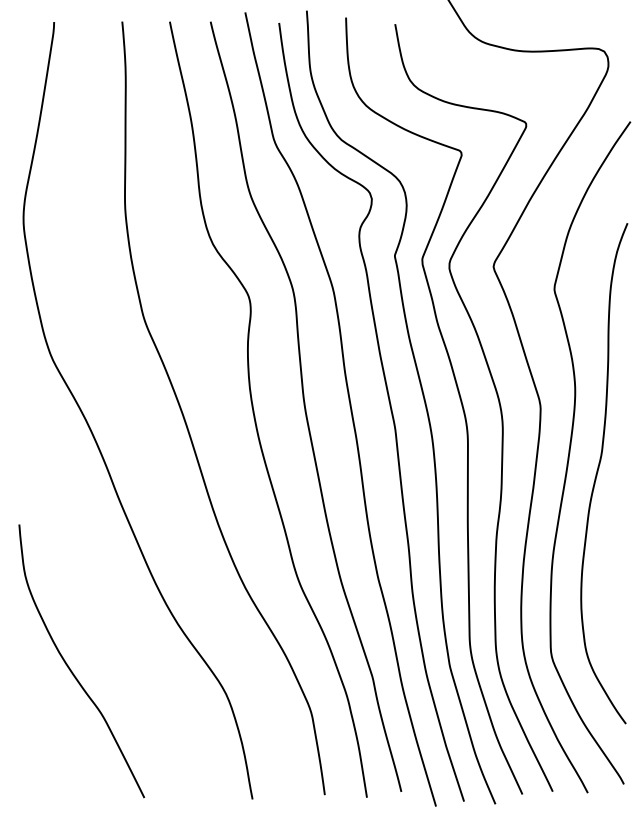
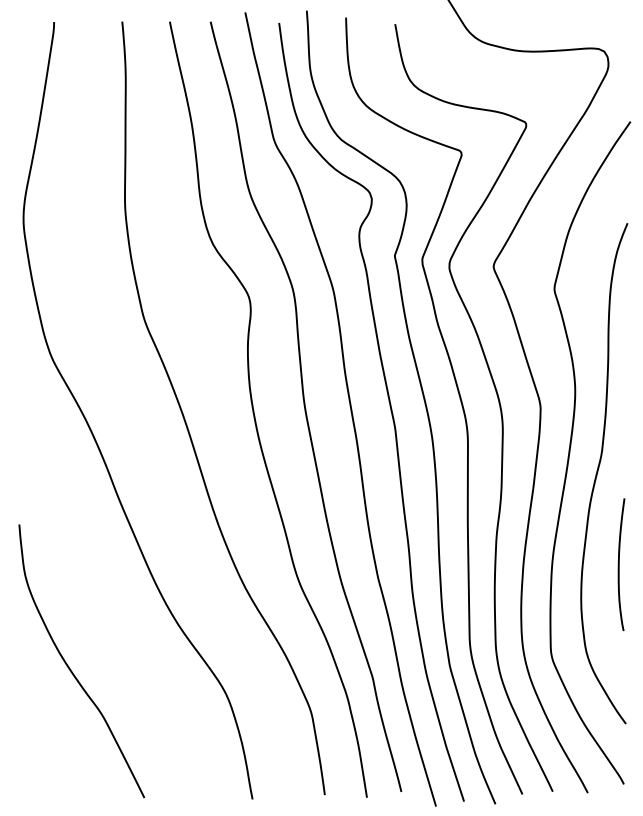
curve at (619, 564): none -> present
